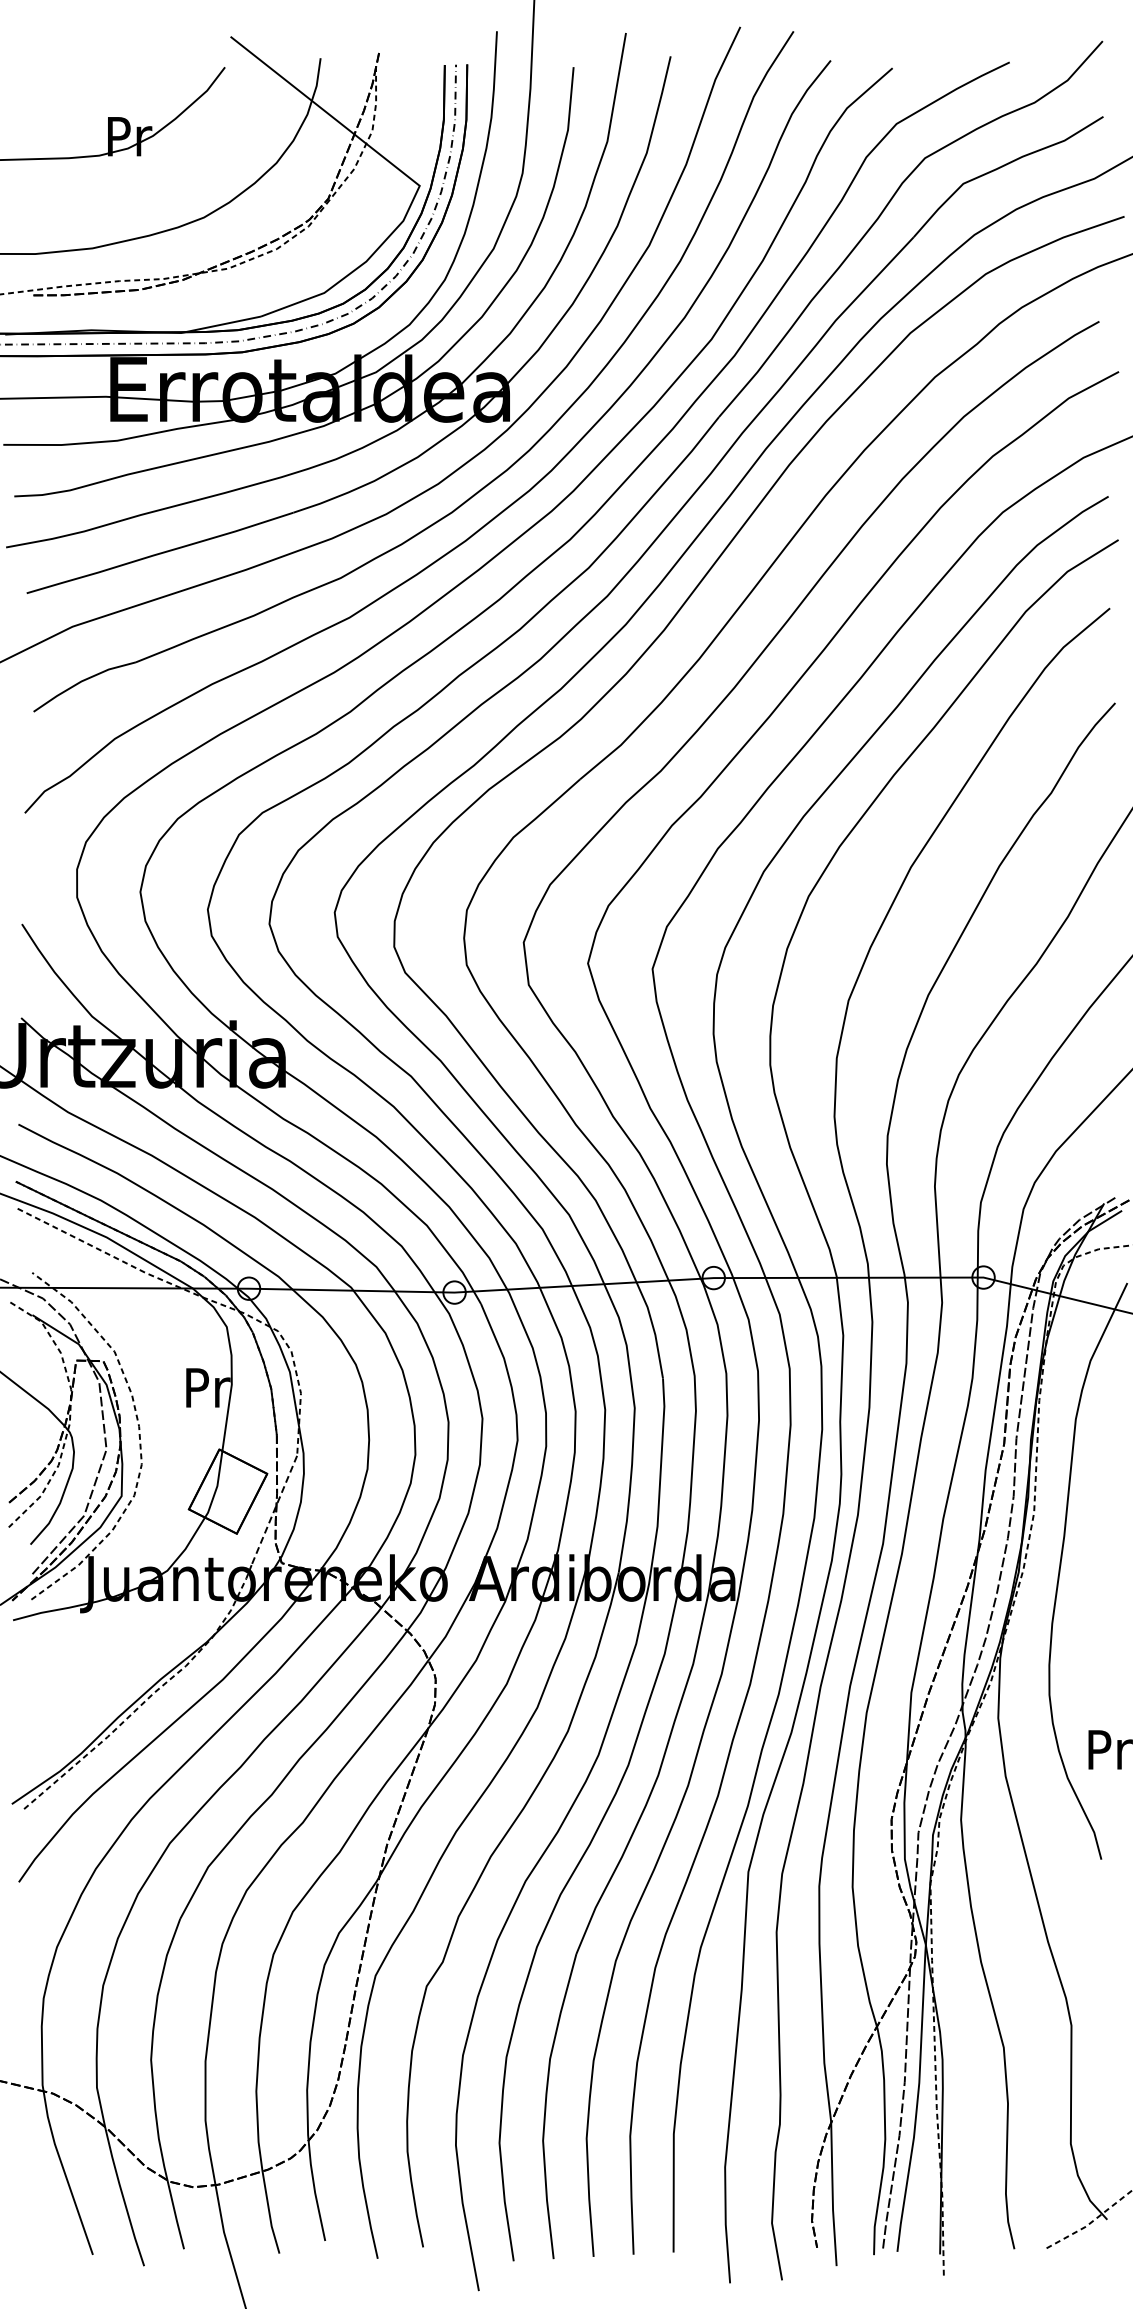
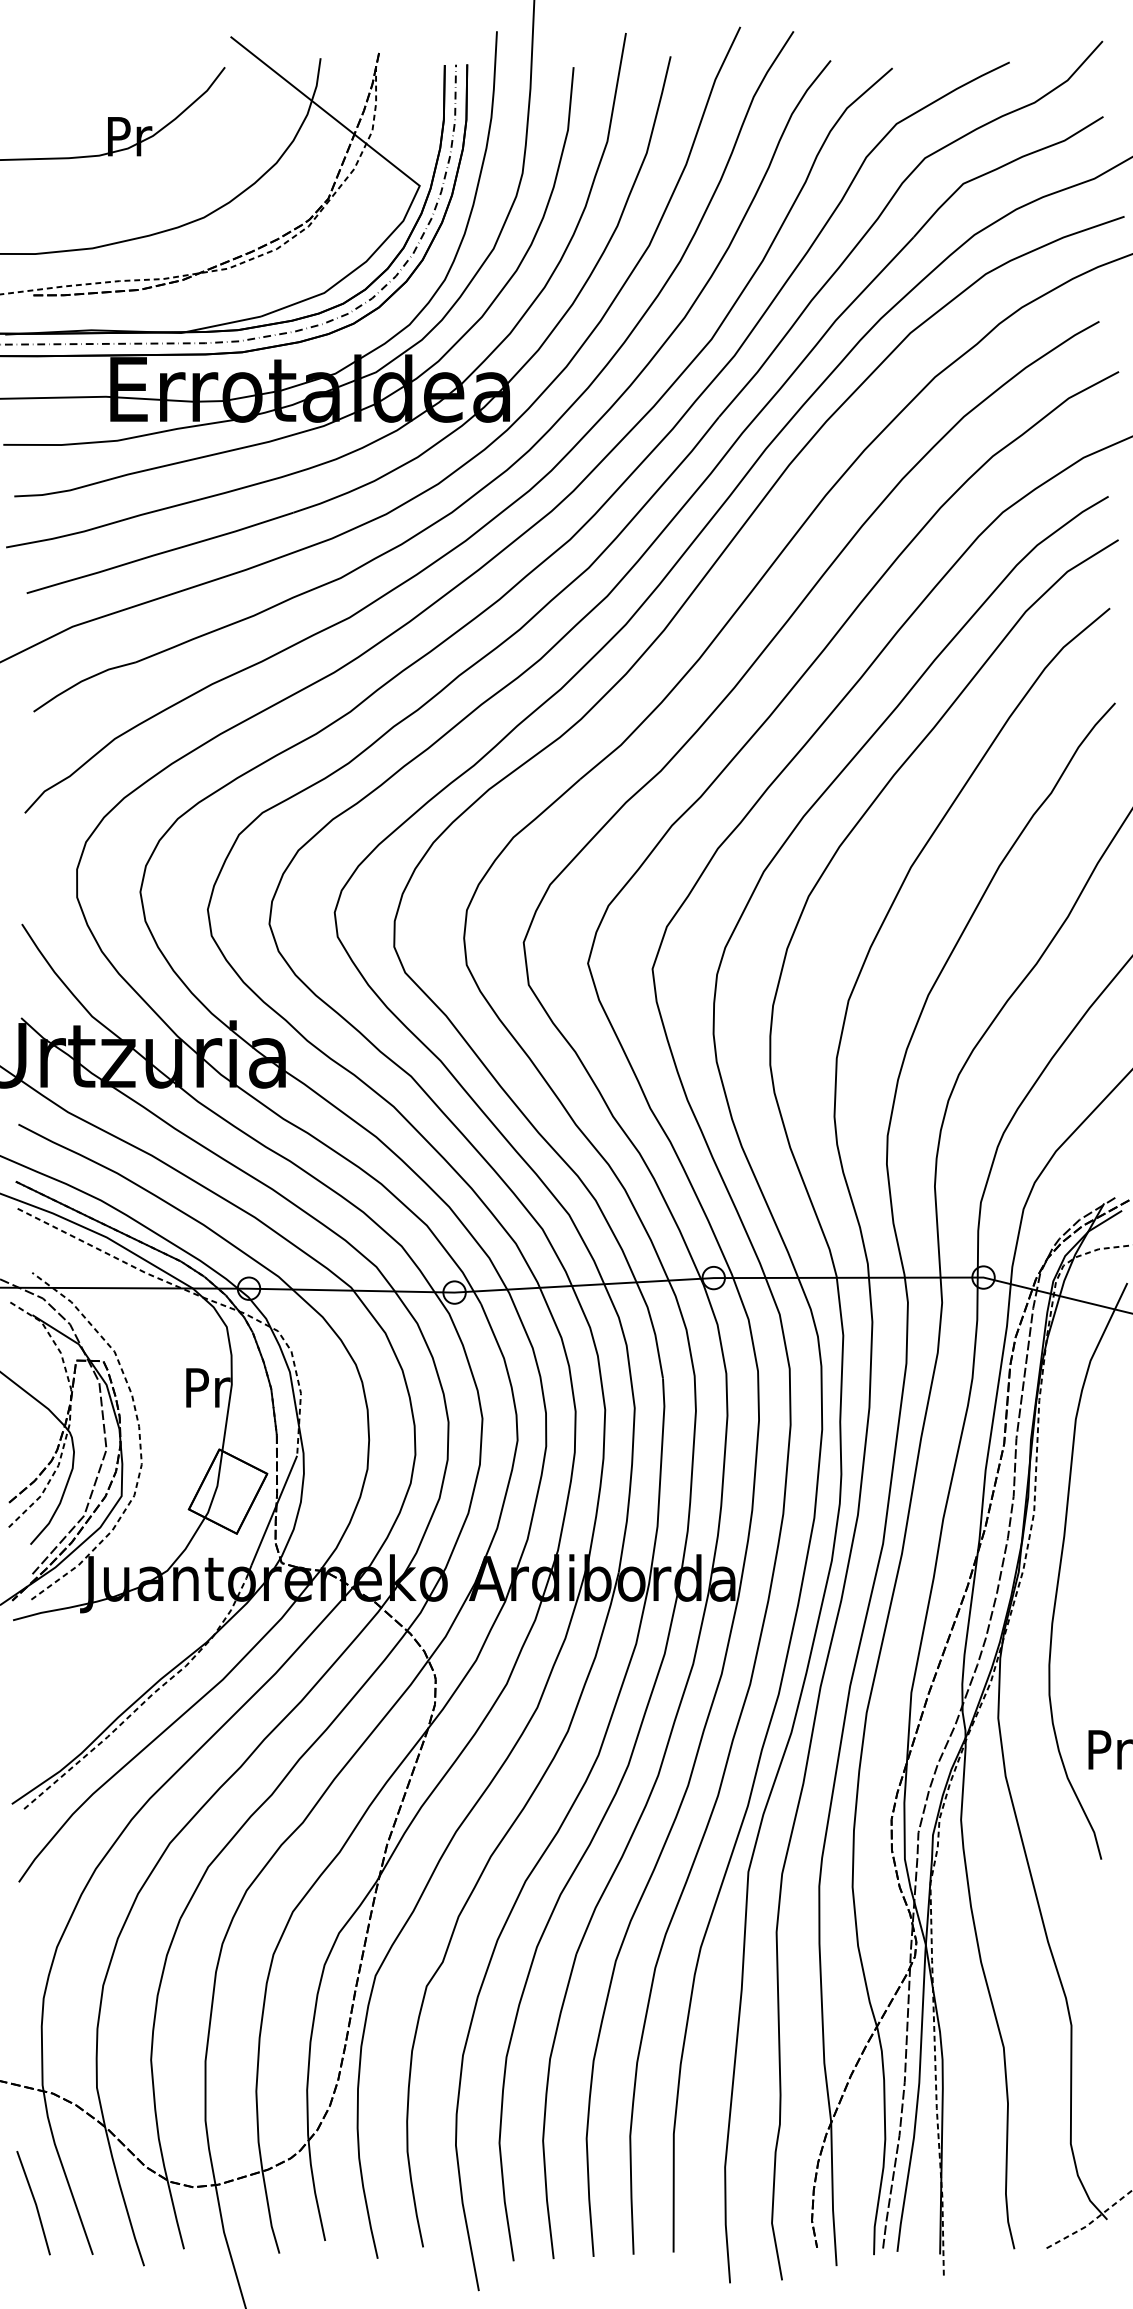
line at (274, 1510): dashed -> solid
line at (34, 2203): none -> present
